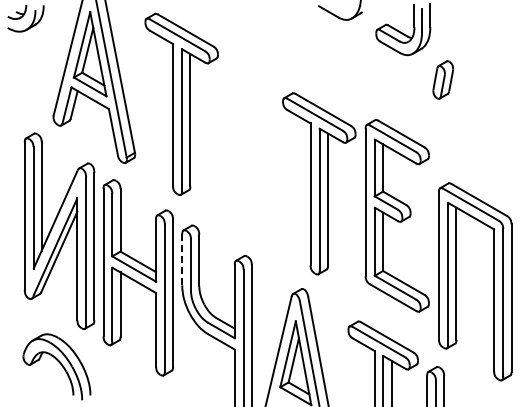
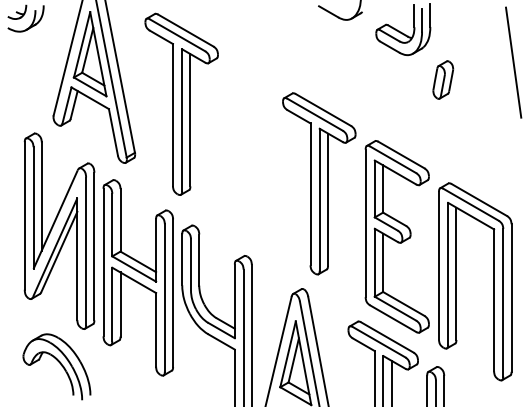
line at (513, 62): none -> present
part at (396, 215) position: (396, 215) -> (396, 236)
line at (182, 259): dashed -> solid
